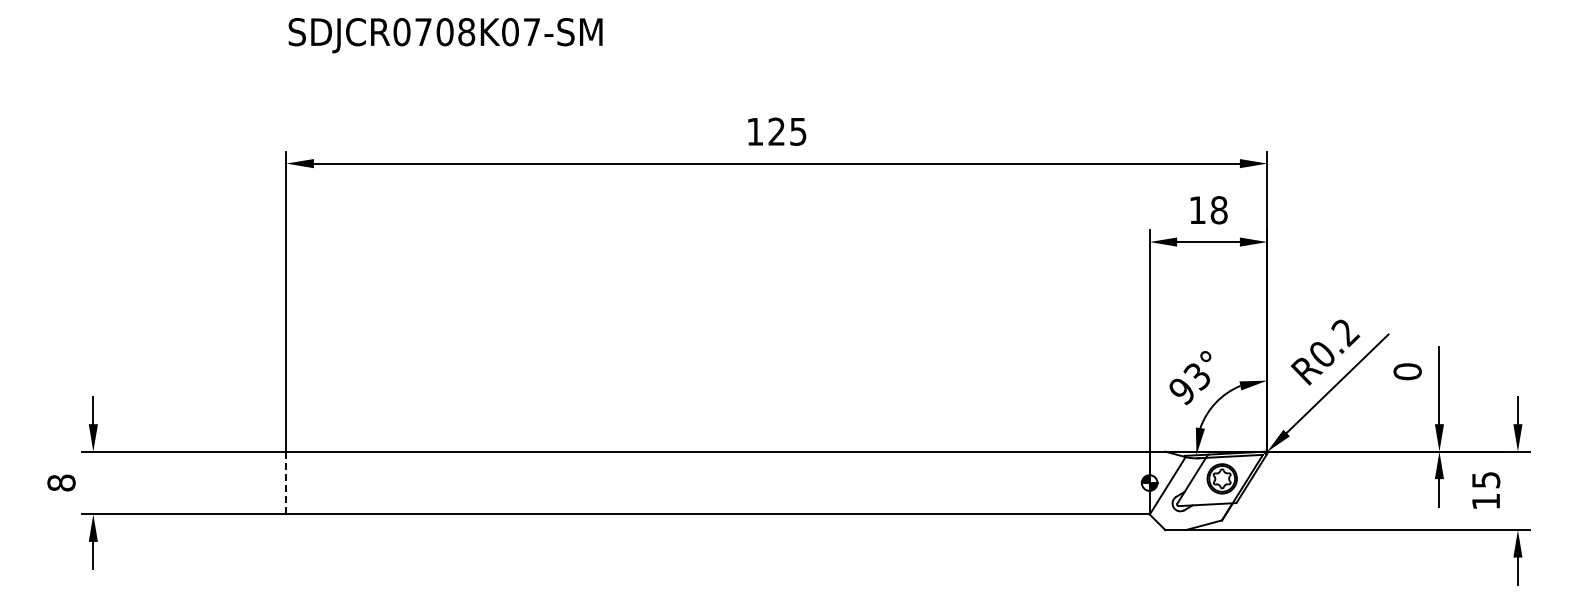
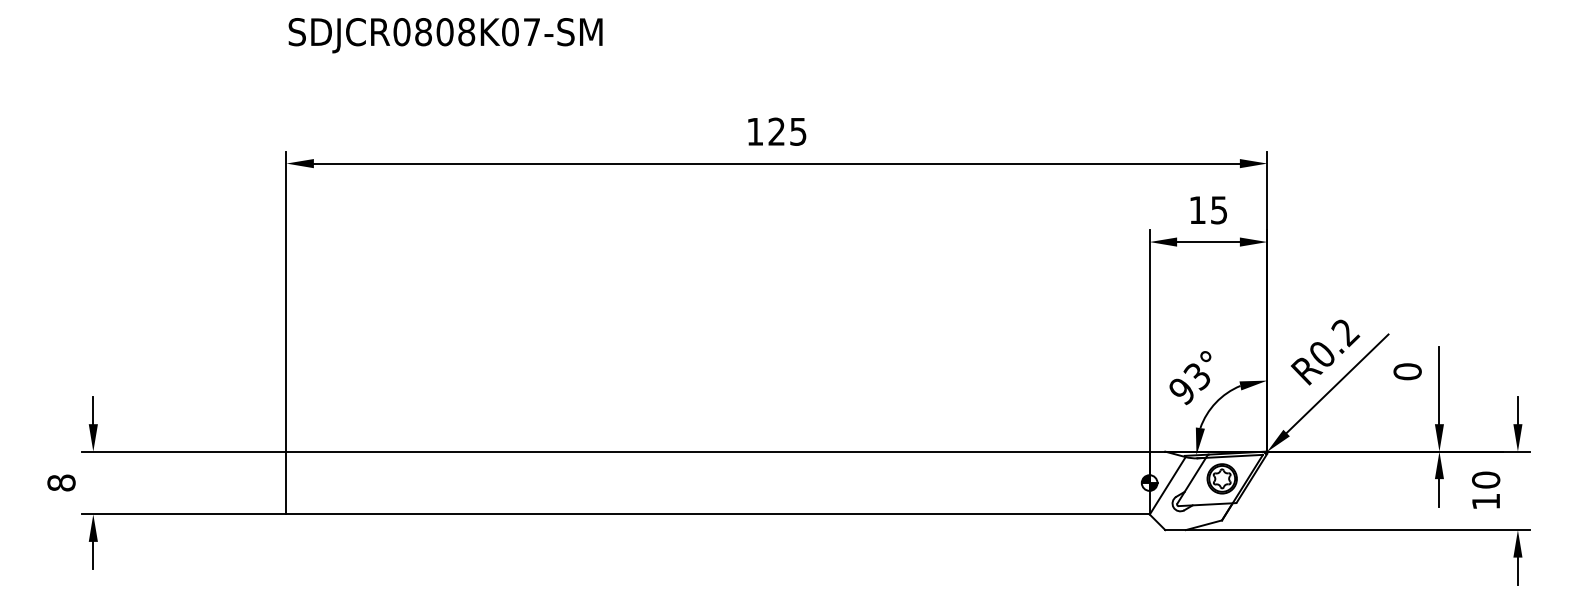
text at (423, 32): SDJCR0708K07-SM -> SDJCR0808K07-SM
text at (1218, 210): 18 -> 15
text at (1486, 479): 15 -> 10
line at (286, 482): dashed -> solid
